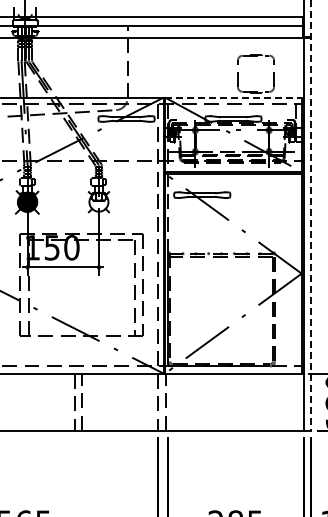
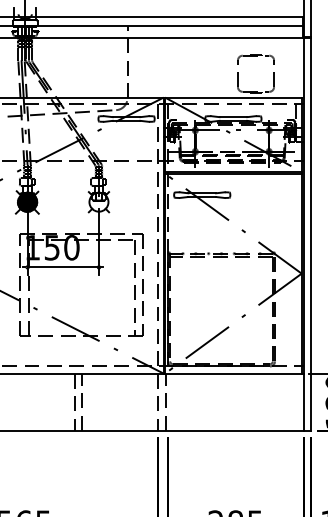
line at (233, 97): dashed -> solid
line at (310, 215): dashed -> solid
